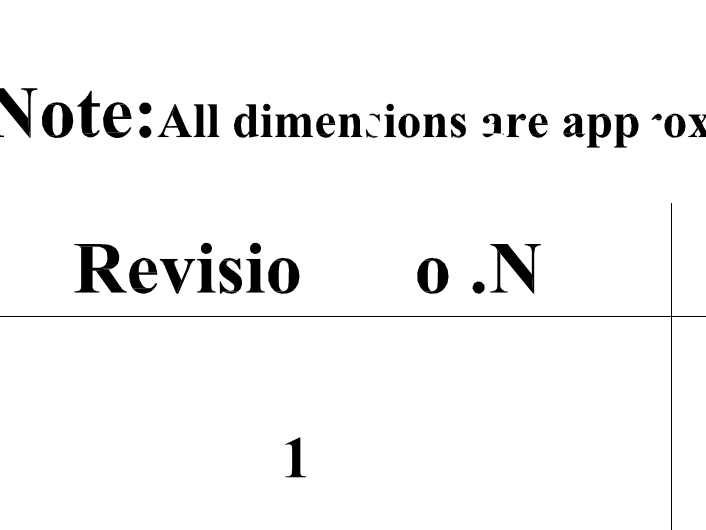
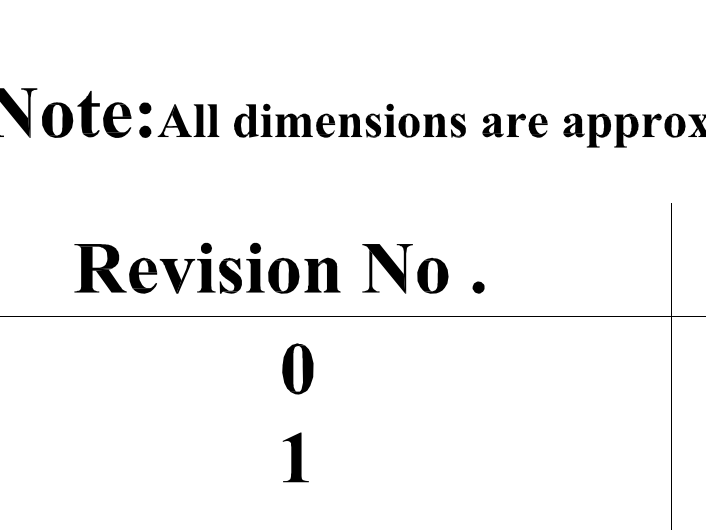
fill at (373, 125): none -> present
fill at (648, 125): none -> present
fill at (492, 130): none -> present
part at (515, 268) position: (515, 268) -> (387, 268)
part at (322, 274): none -> present
part at (297, 368): none -> present
part at (295, 457) size: 22x41 px -> 27x51 px
